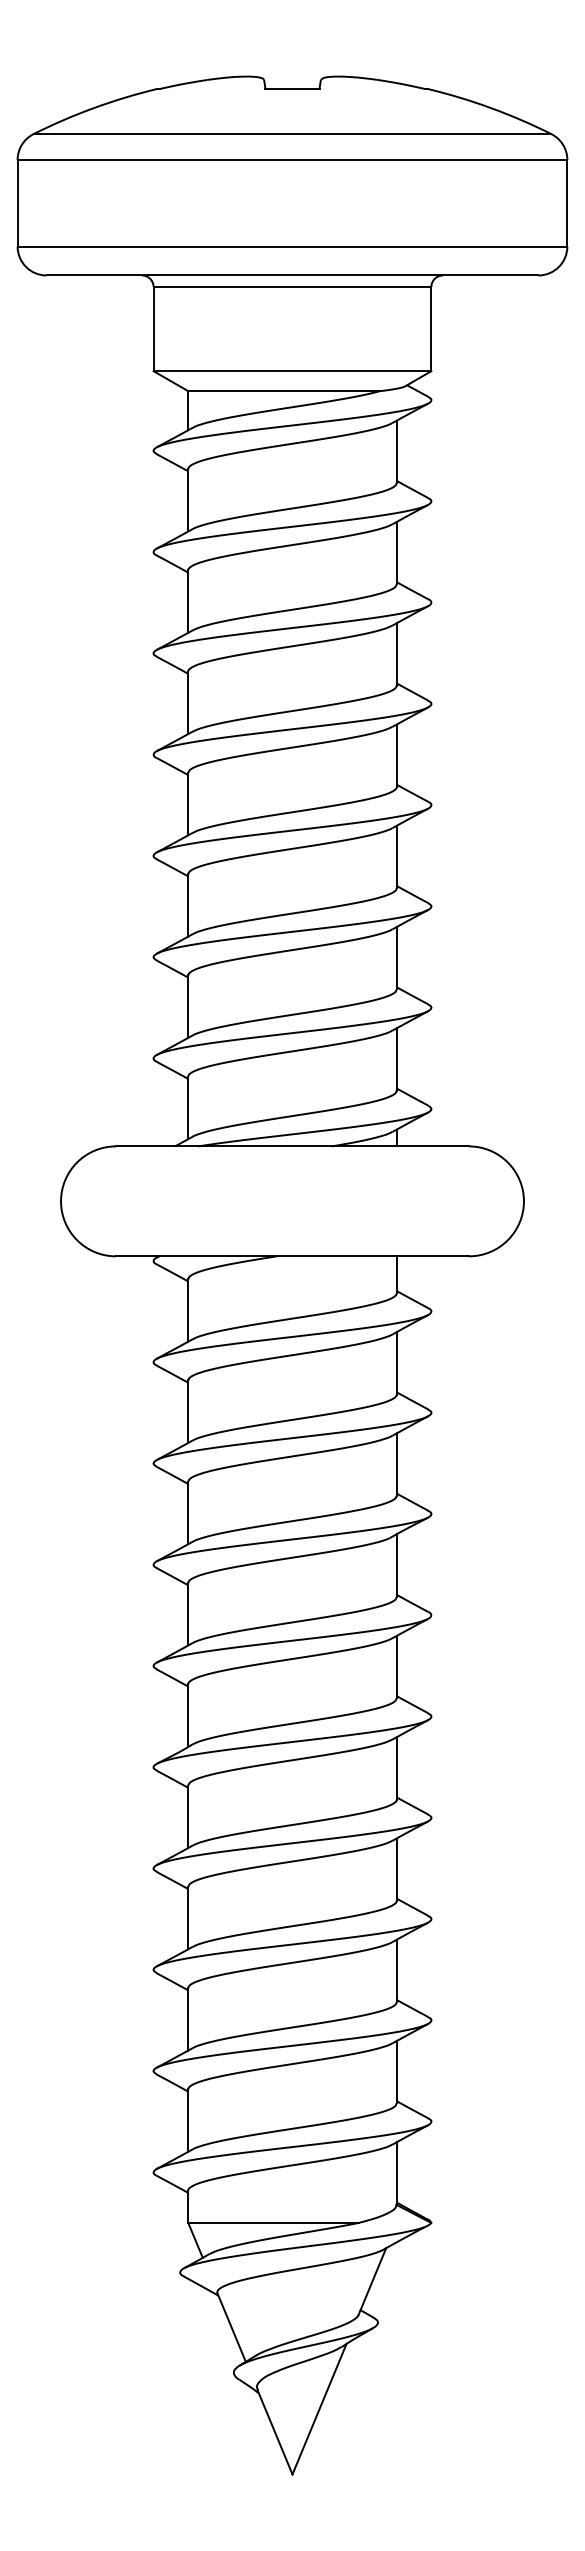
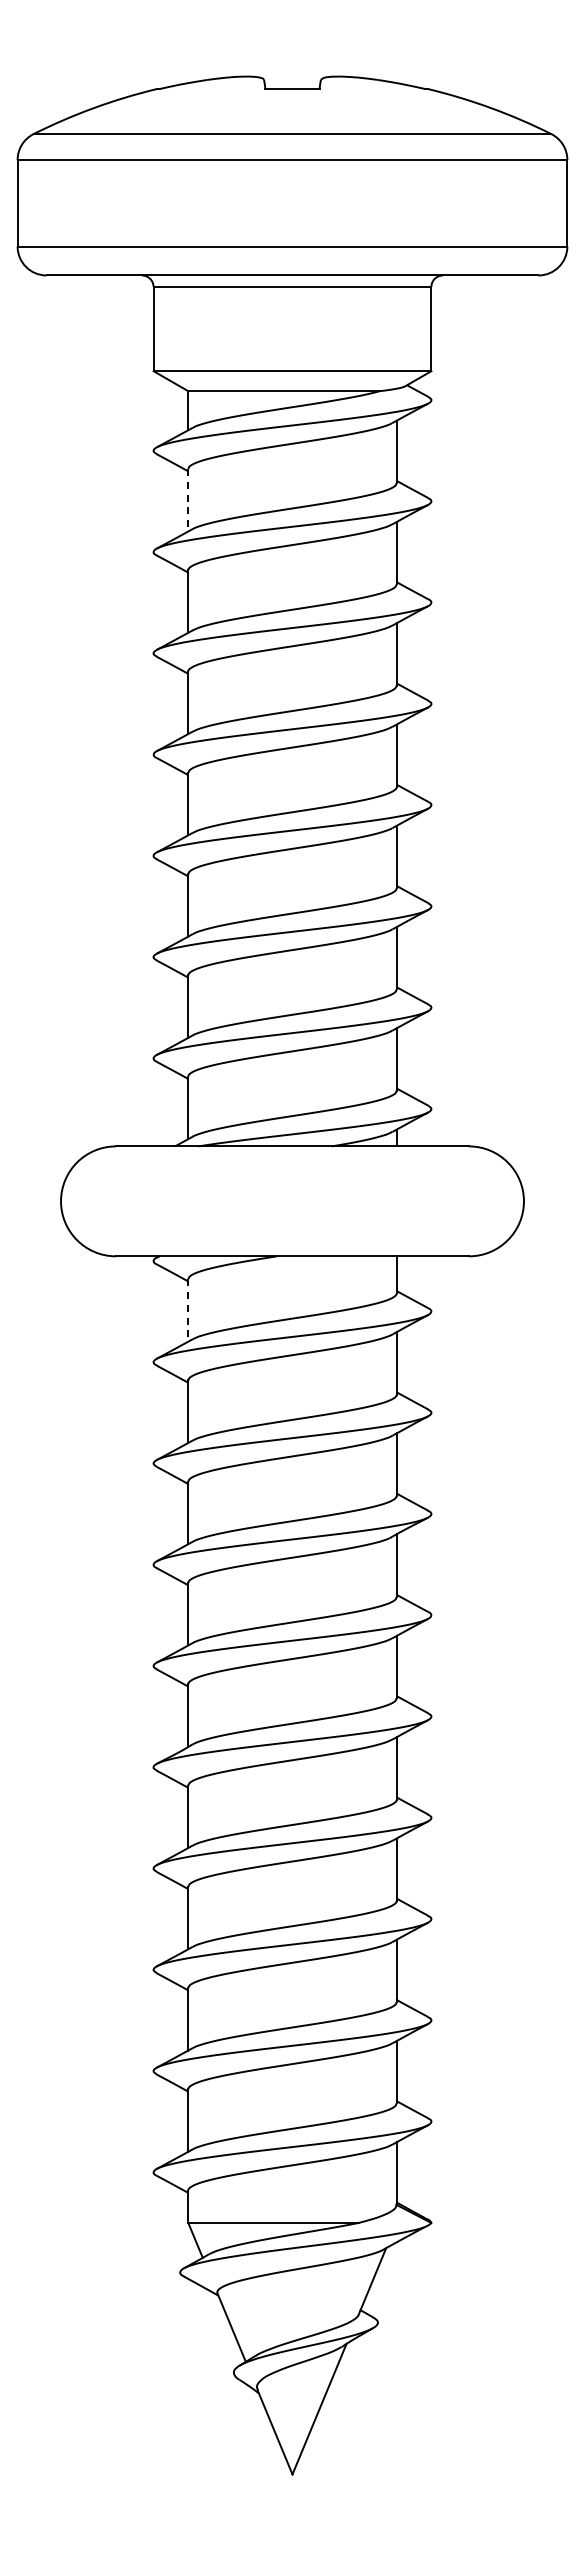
line at (188, 500): solid -> dashed
line at (188, 1310): solid -> dashed
